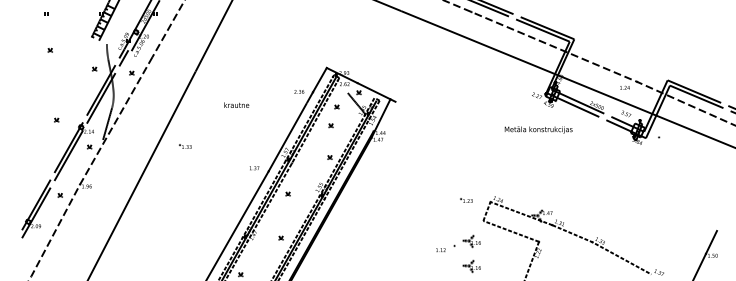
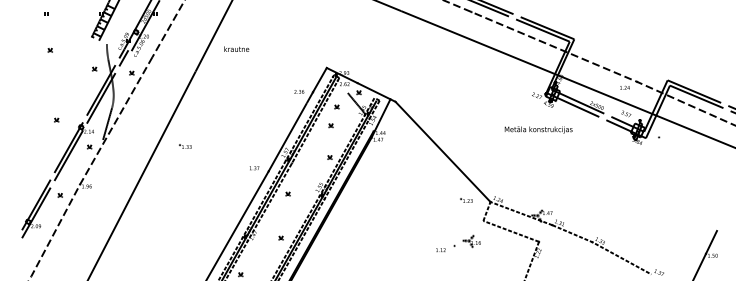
text at (236, 104) position: (236, 104) -> (236, 48)
line at (442, 151): none -> present
part at (471, 266): present -> none
